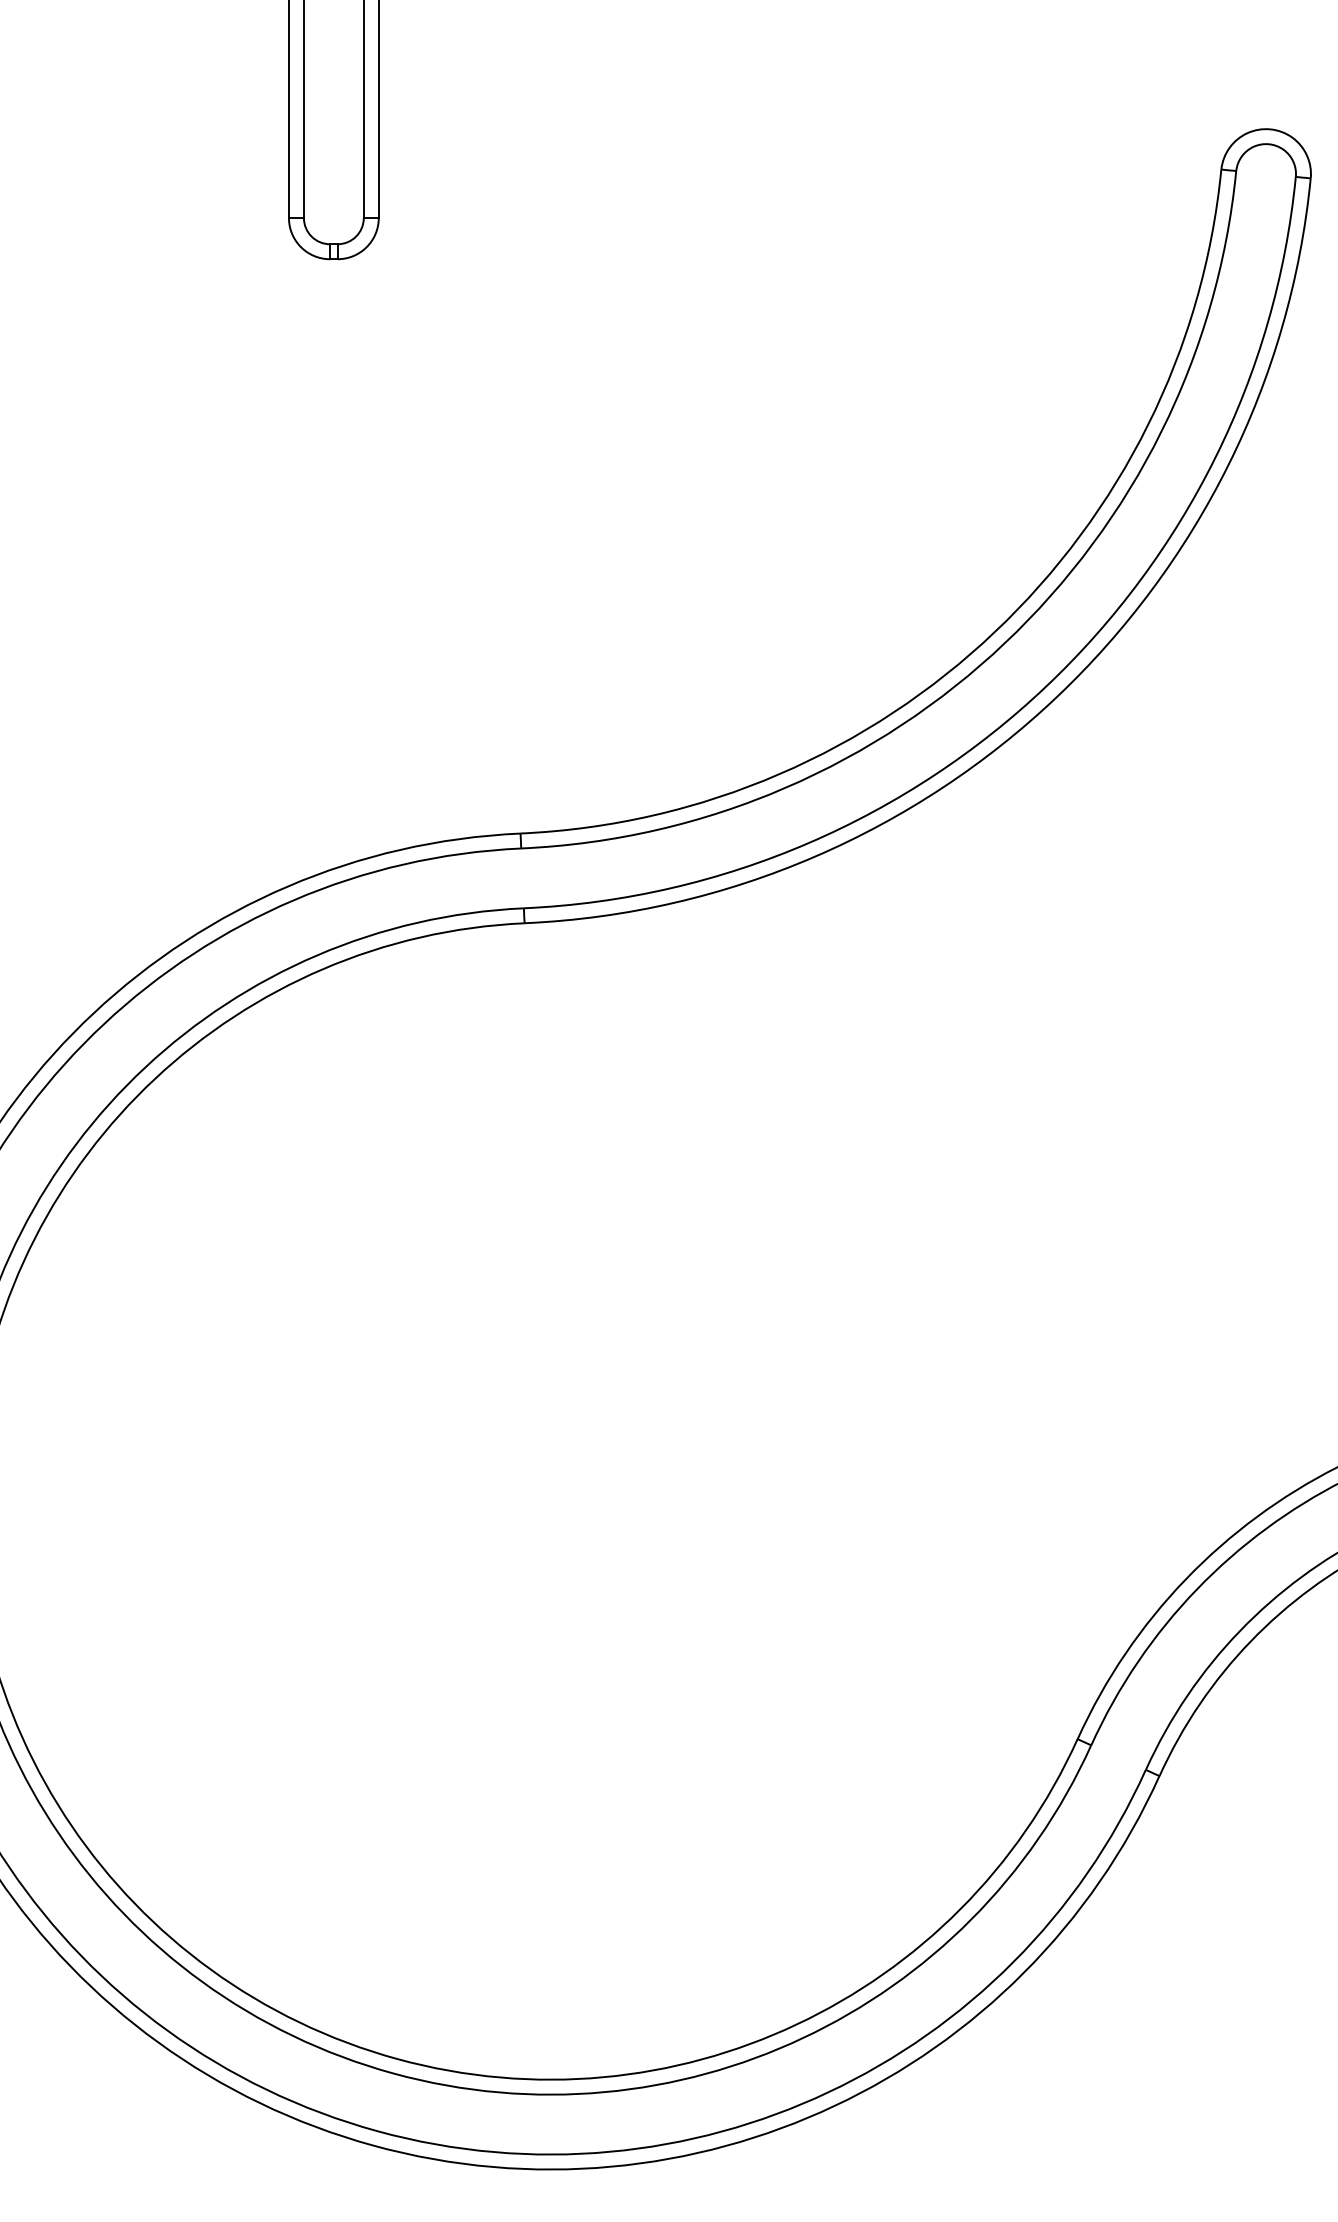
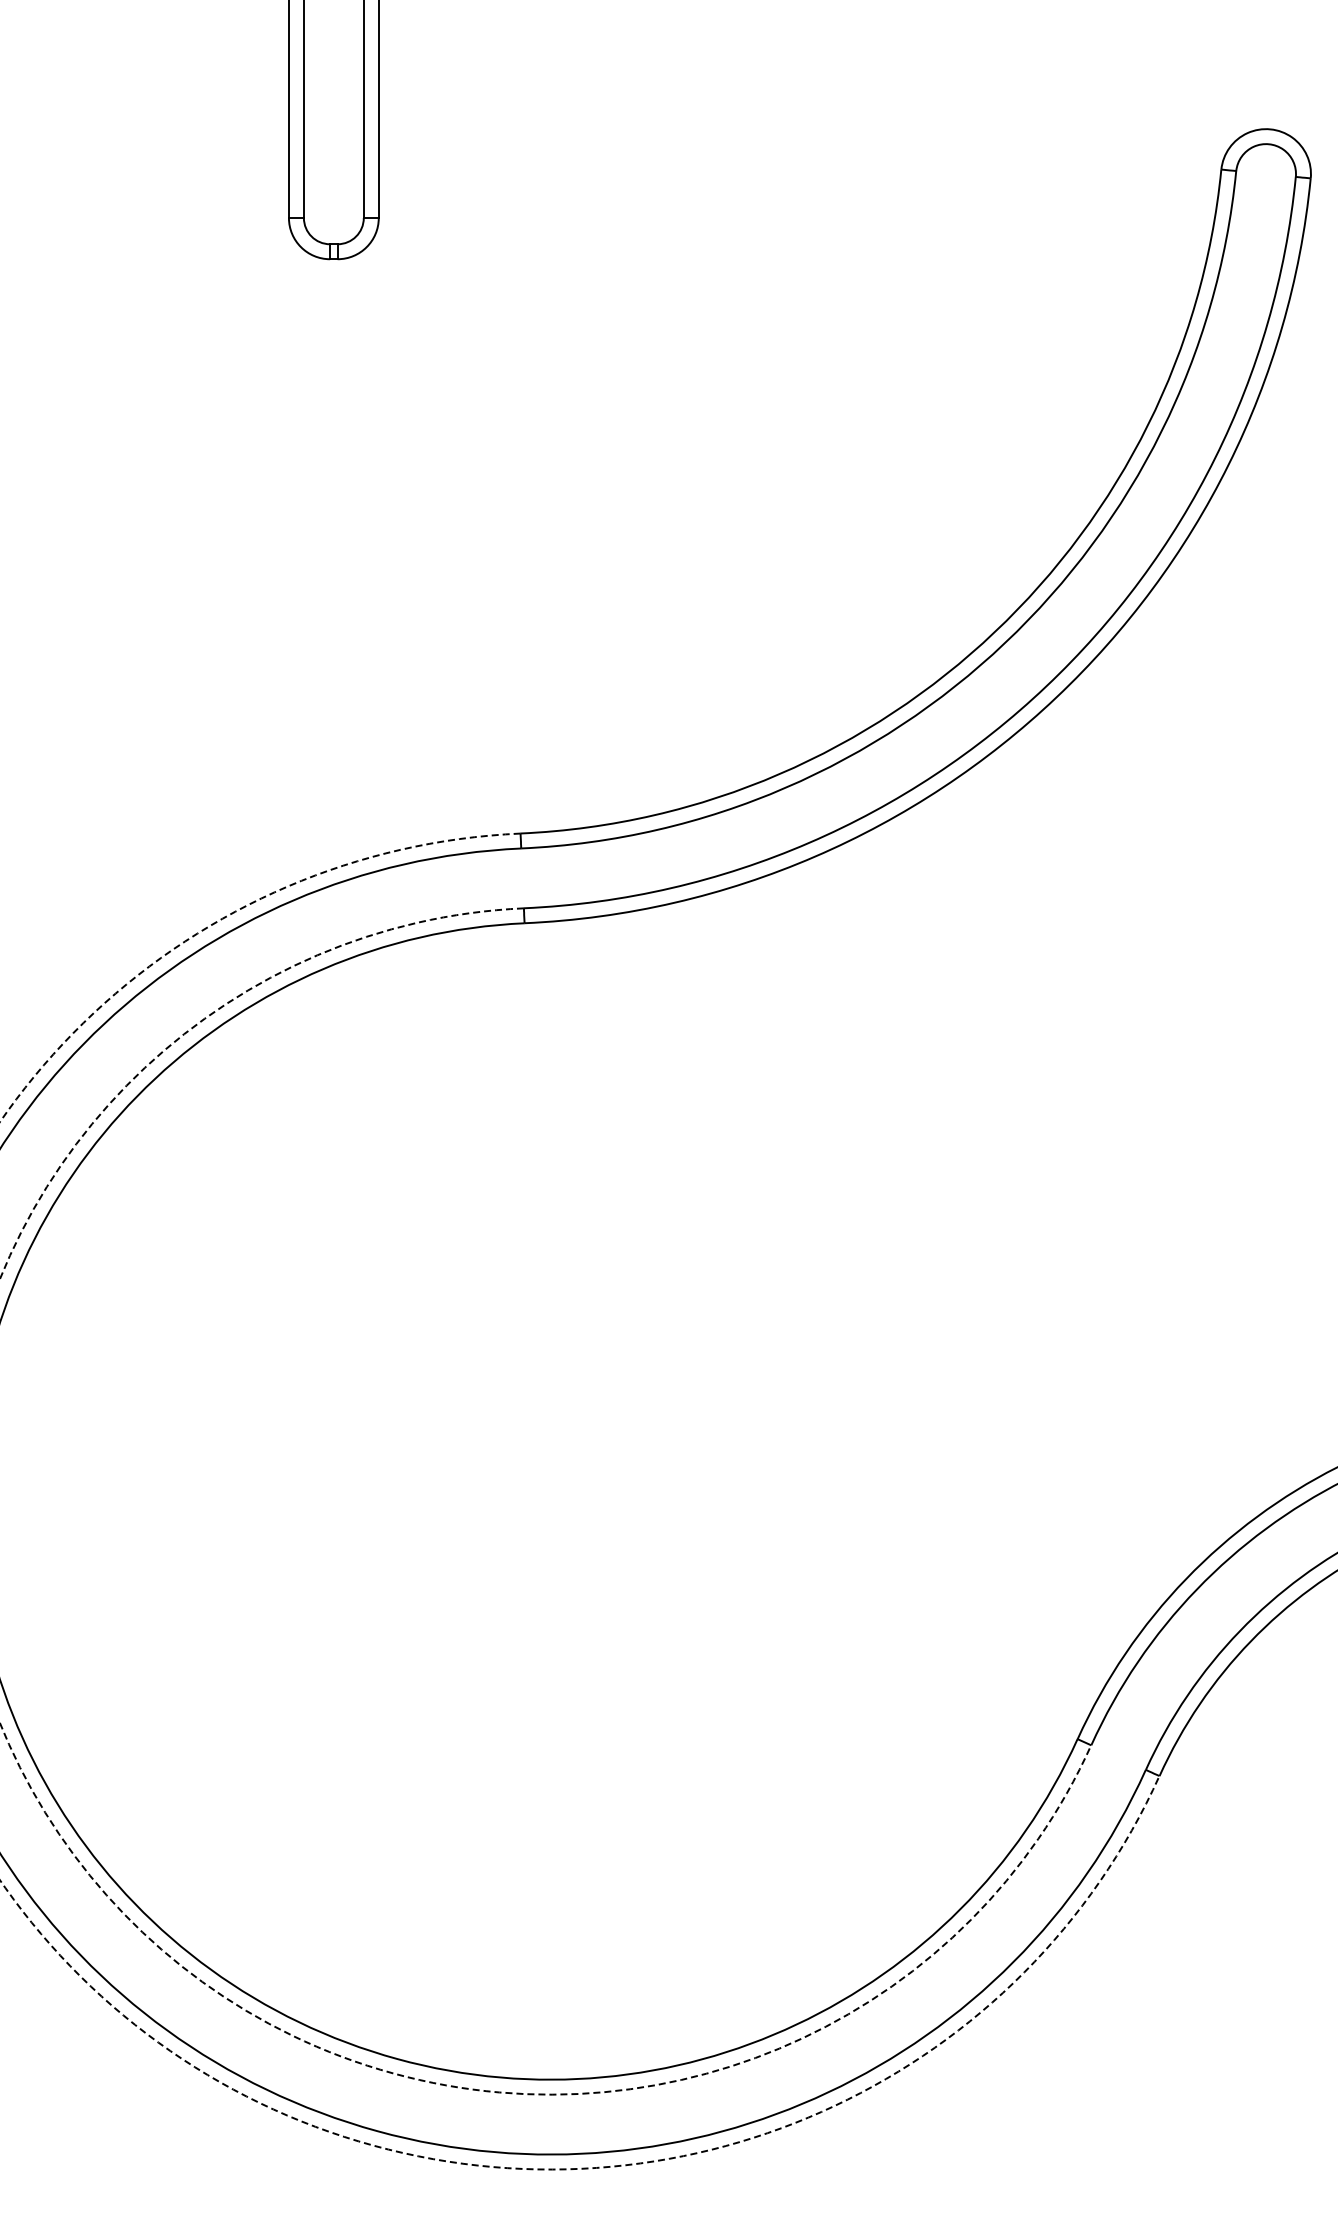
arc at (221, 1995): solid -> dashed
arc at (307, 2123): solid -> dashed
